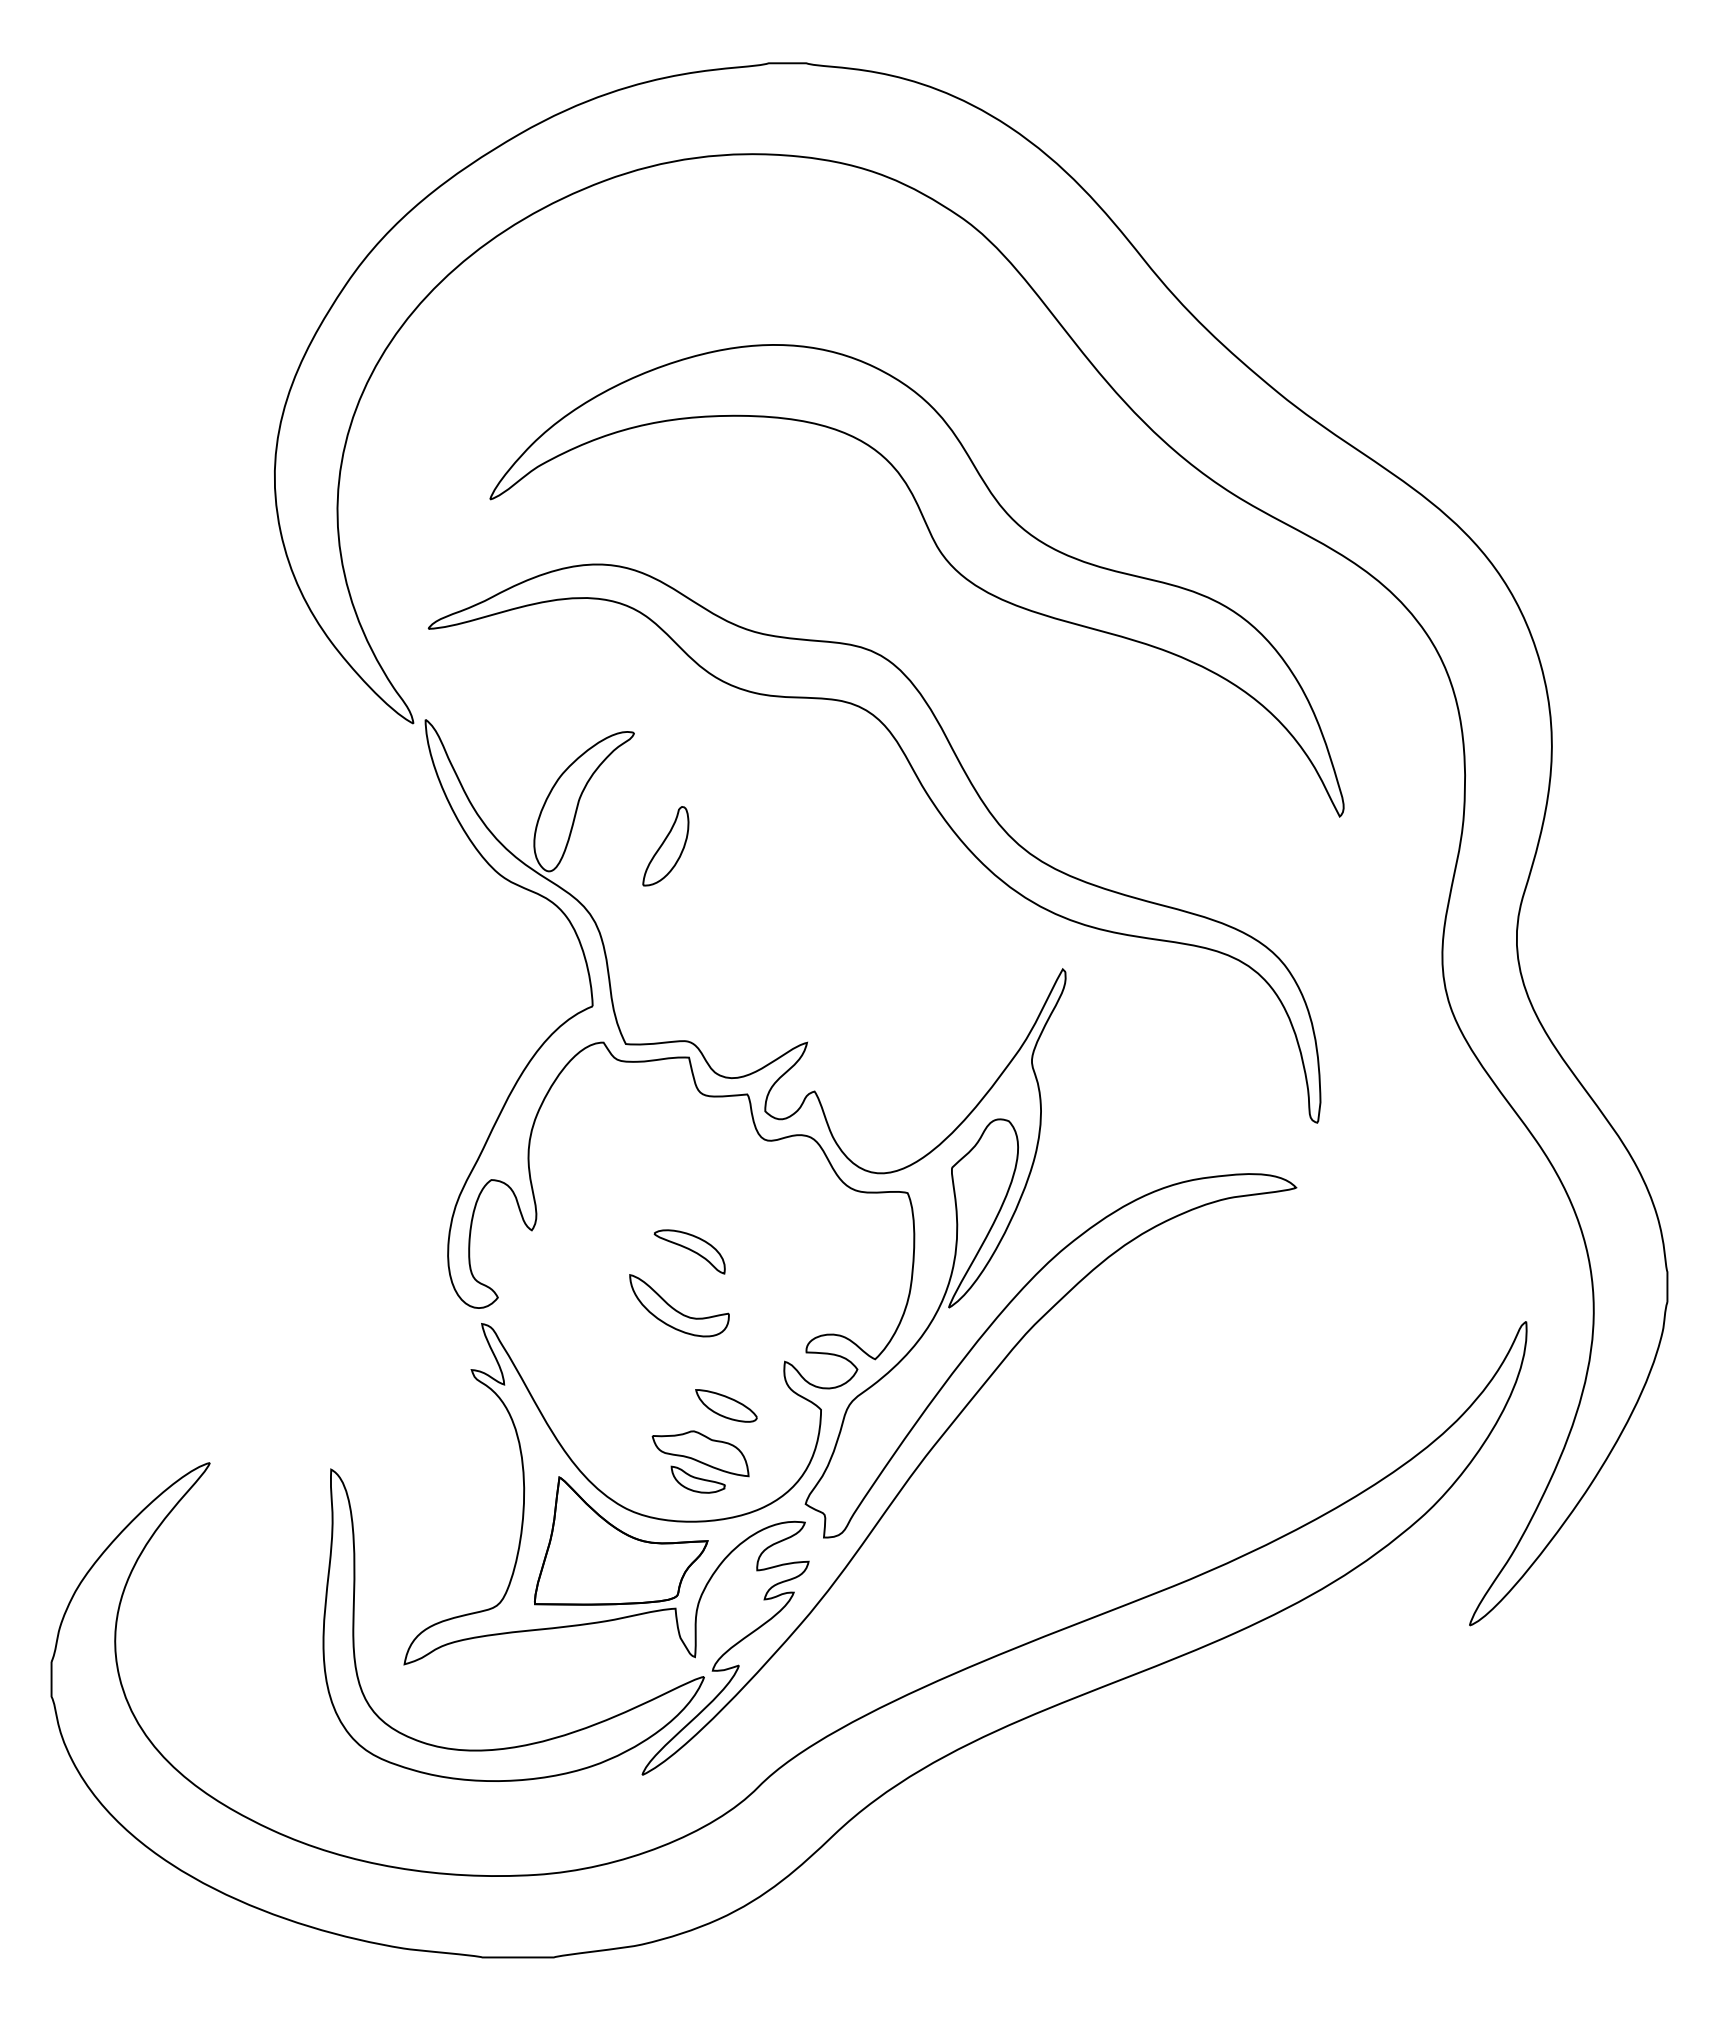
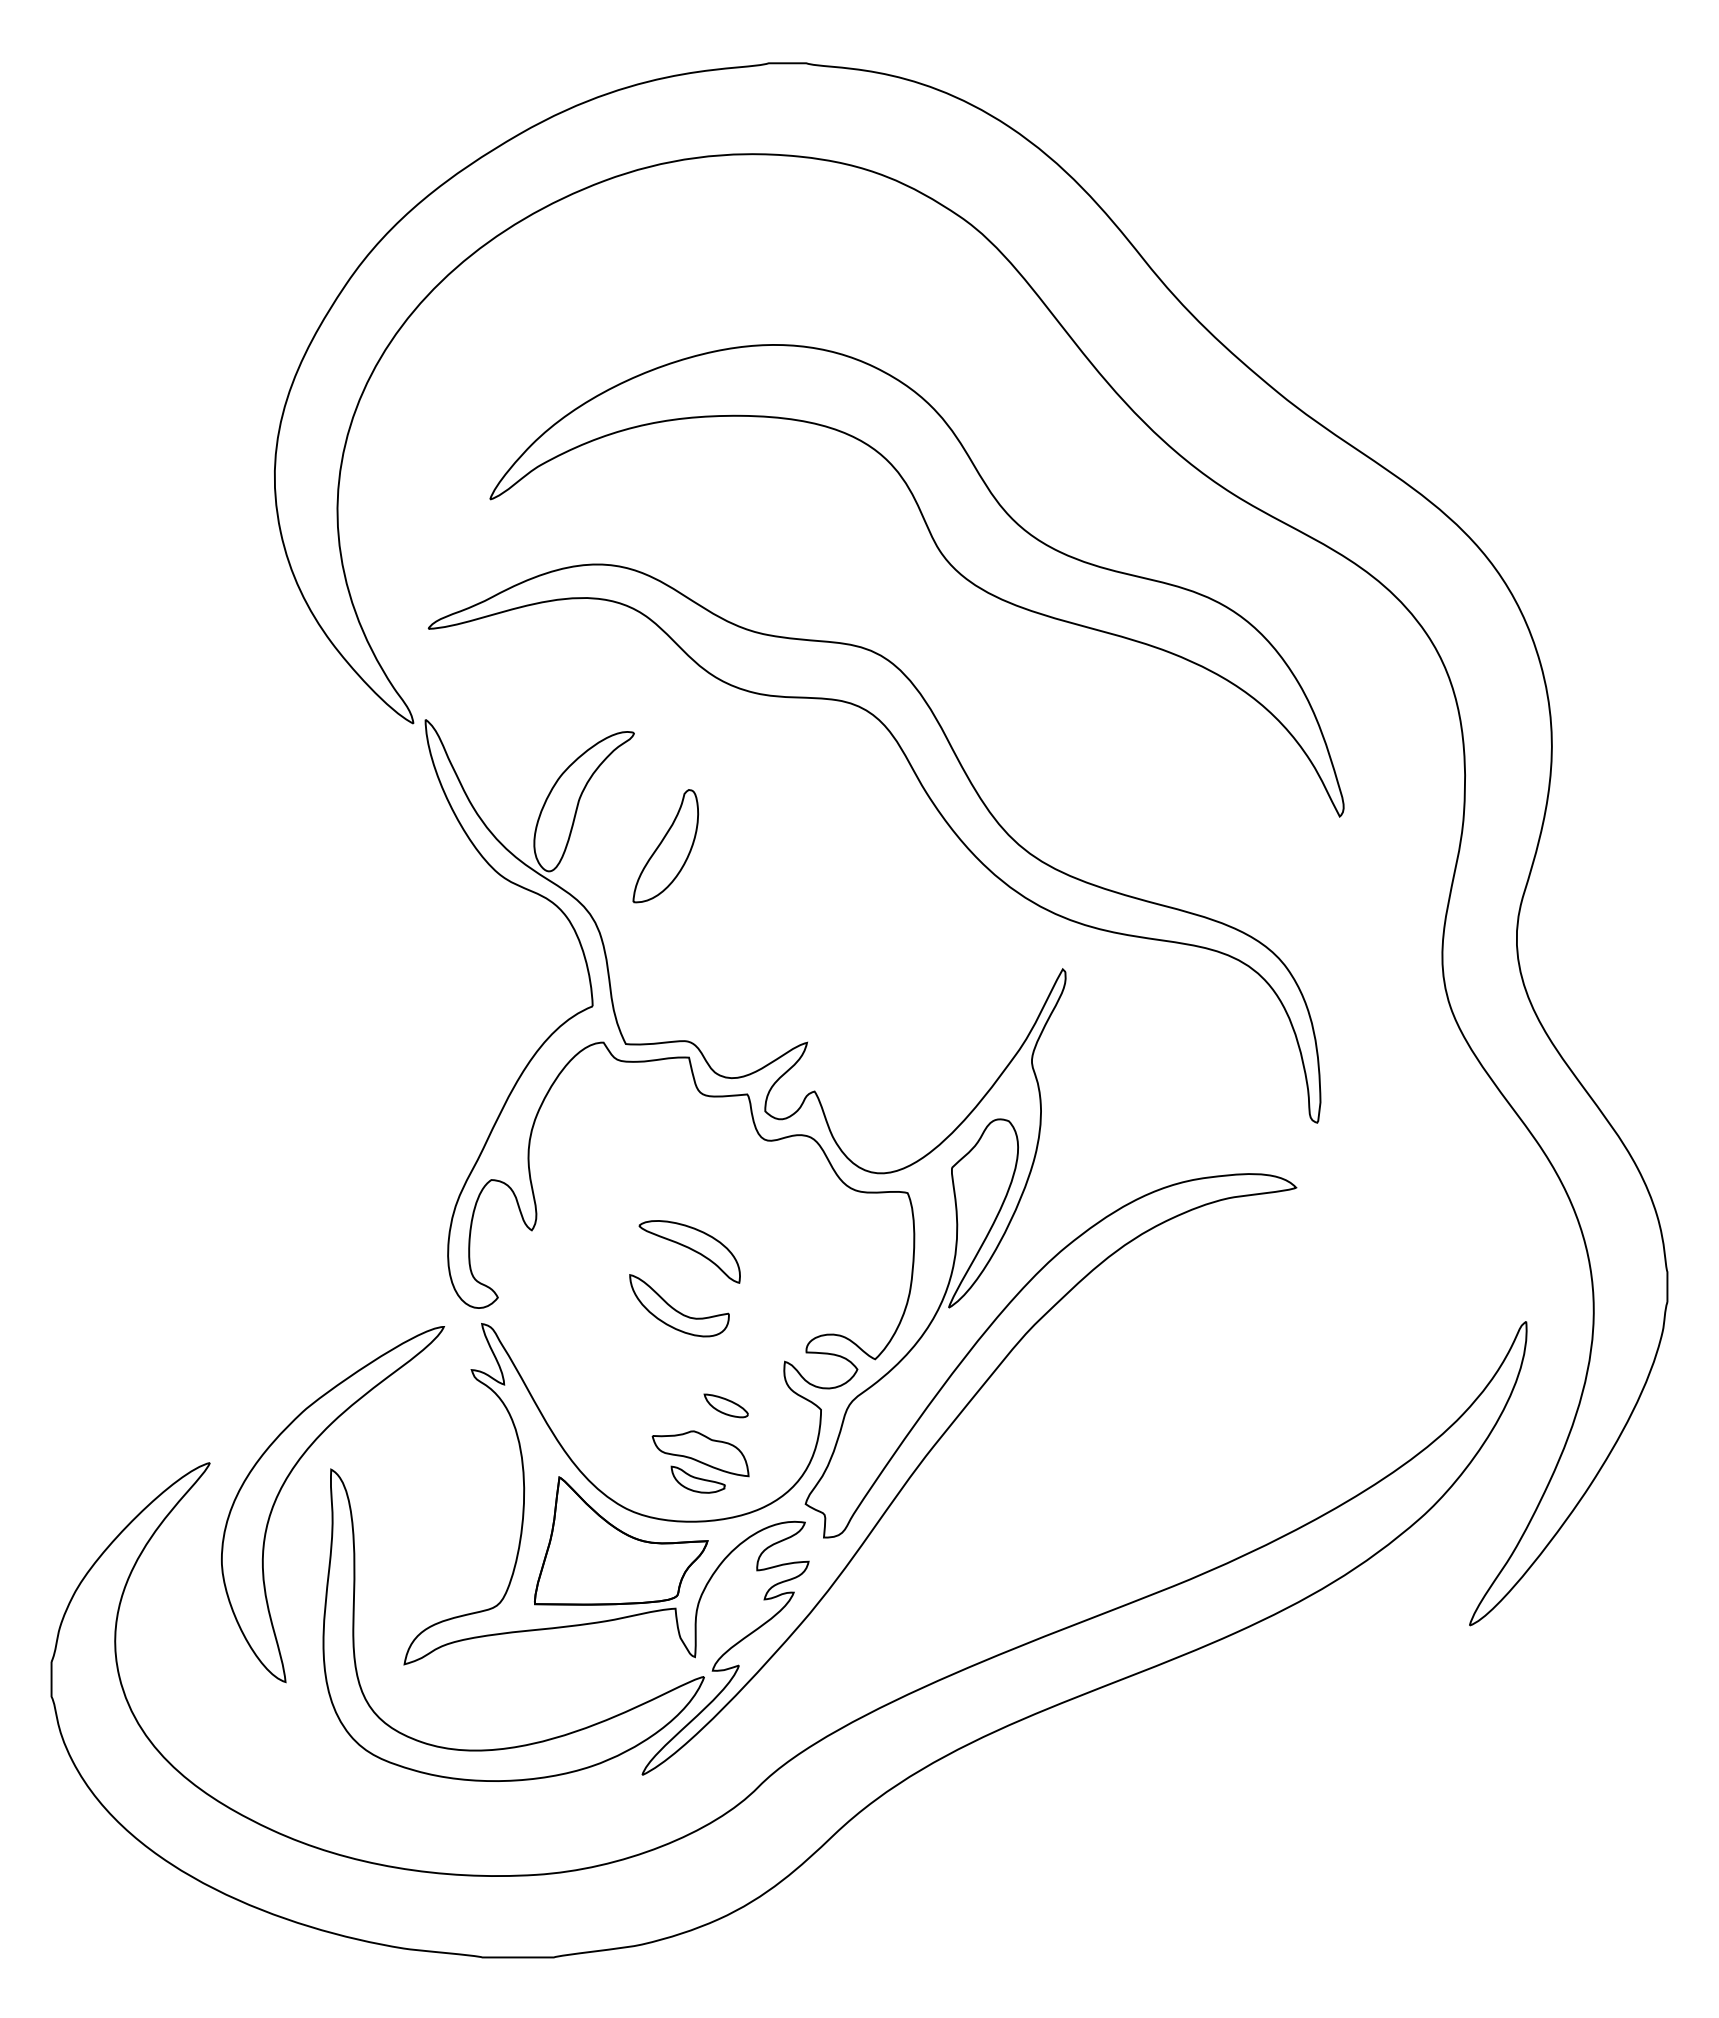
part at (665, 846) size: 48x81 px -> 68x115 px
part at (689, 1251) size: 73x46 px -> 103x64 px
part at (726, 1405) size: 63x34 px -> 46x26 px
part at (289, 1476): none -> present
